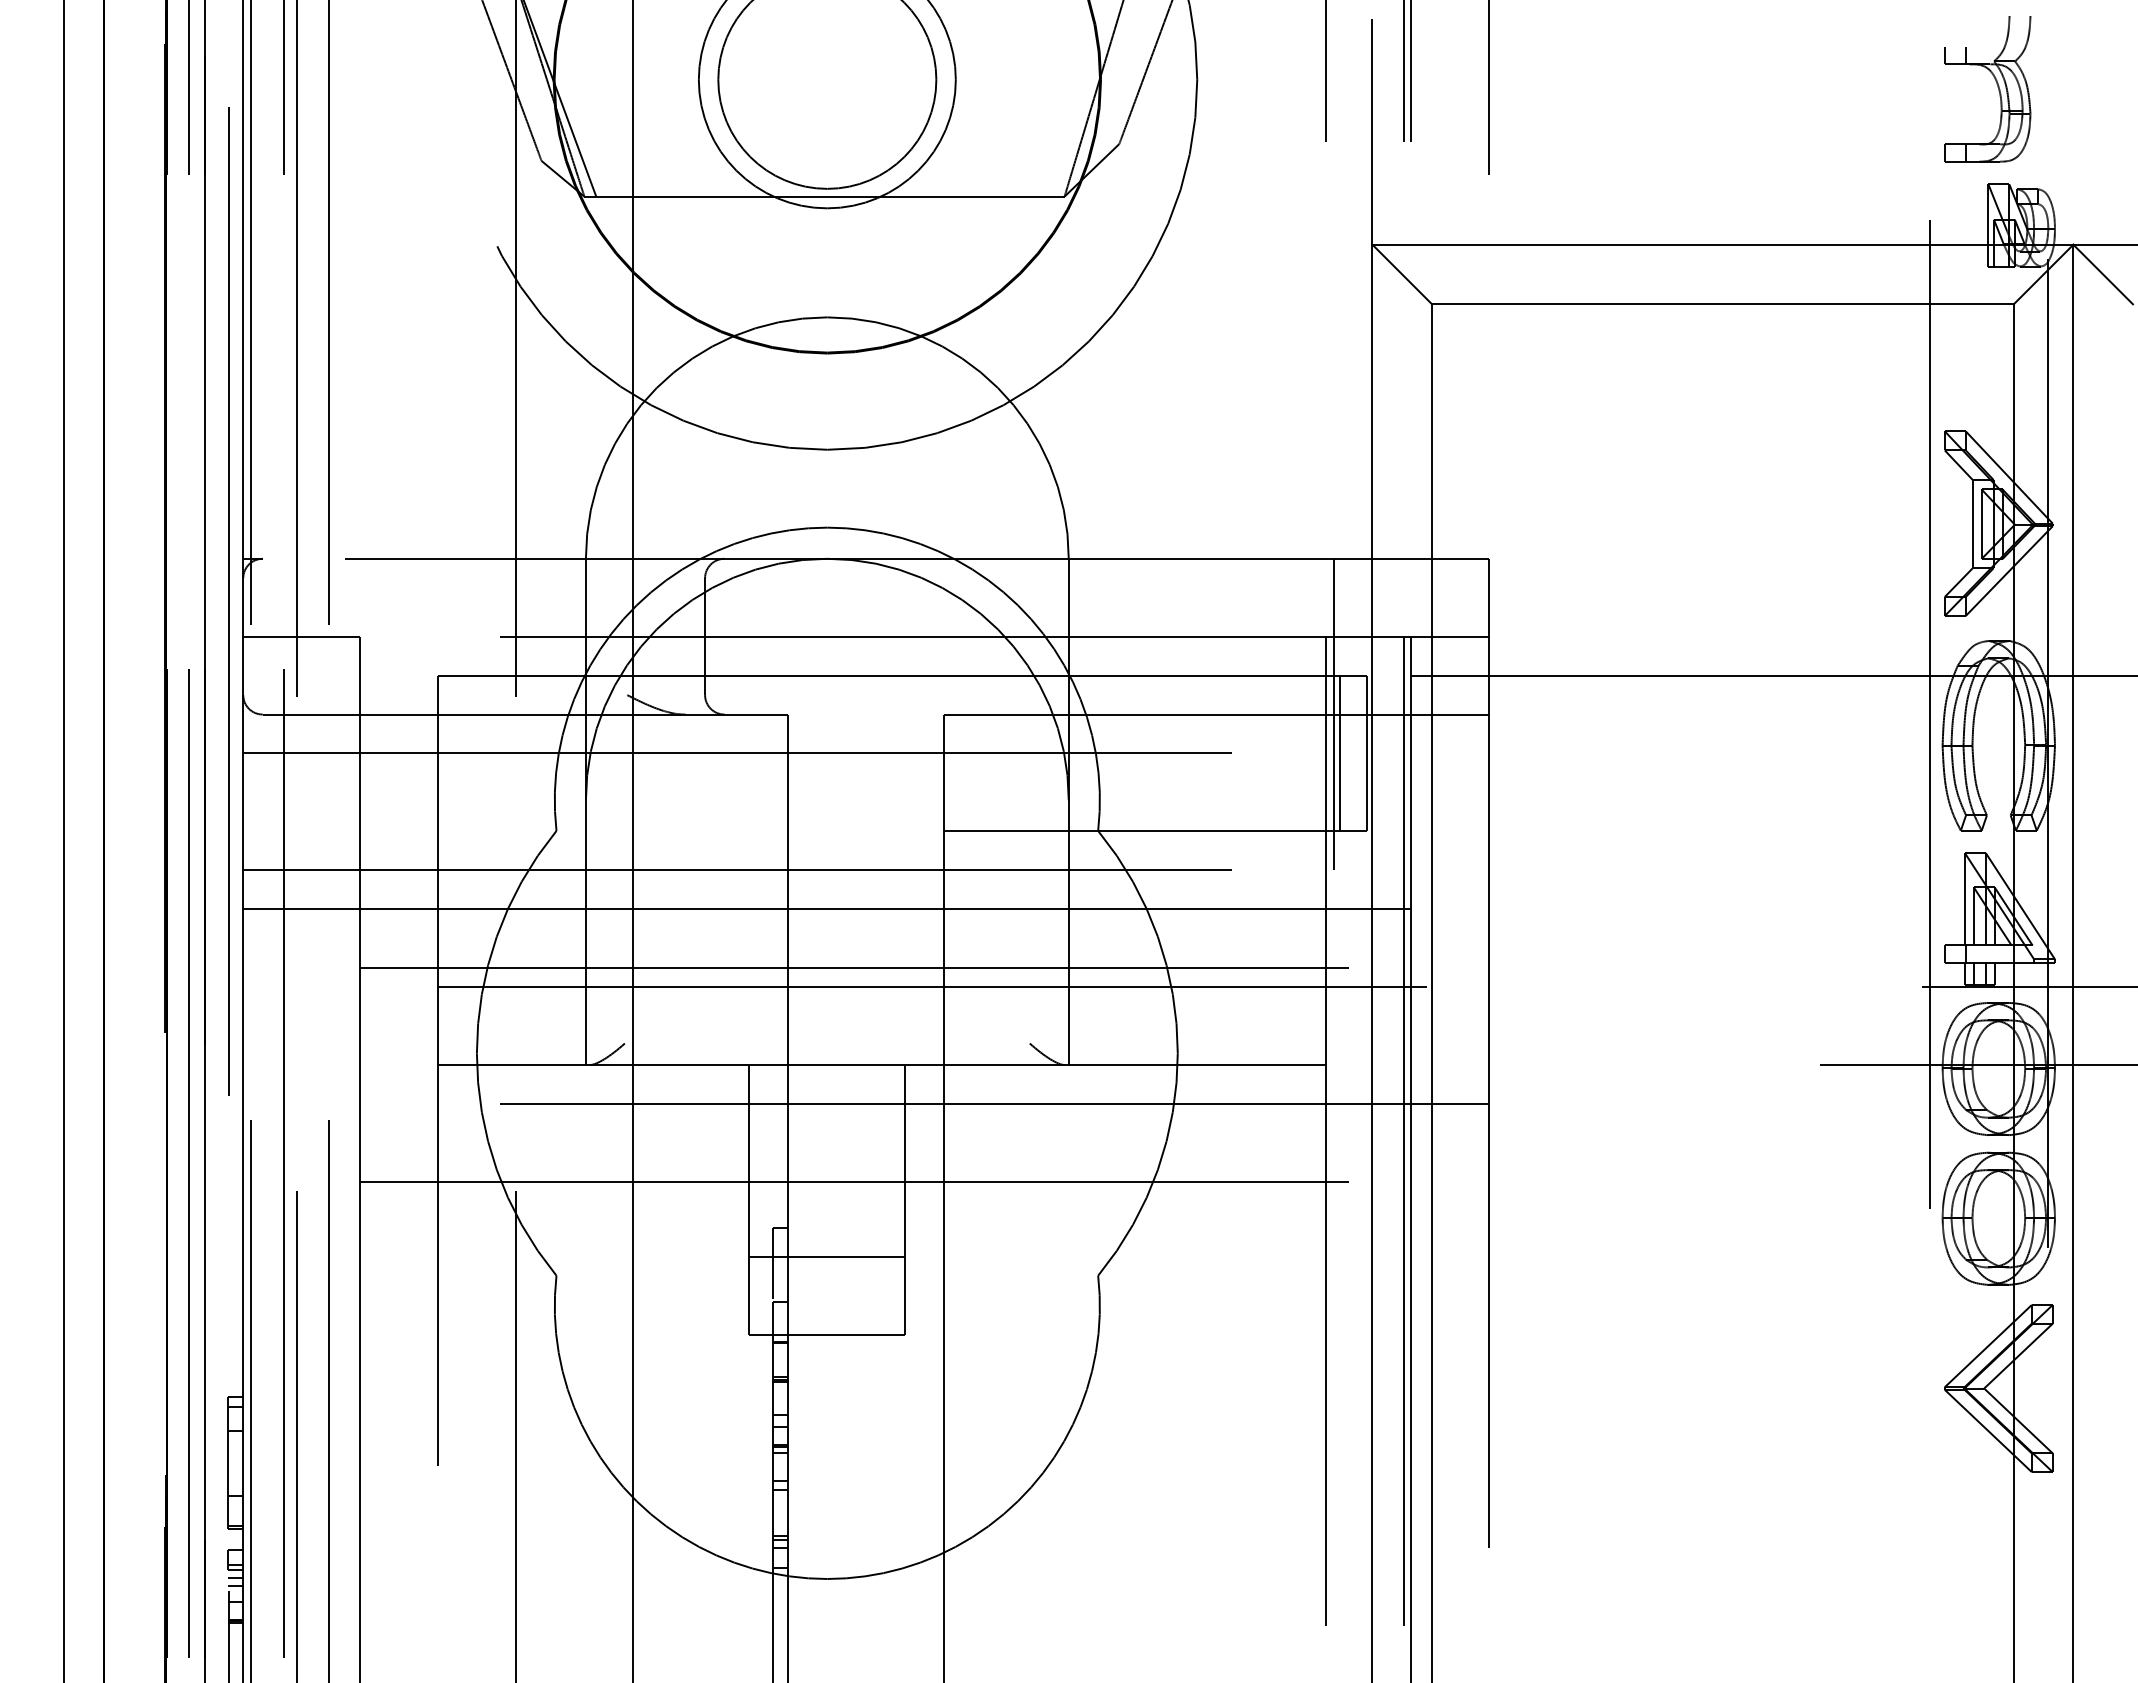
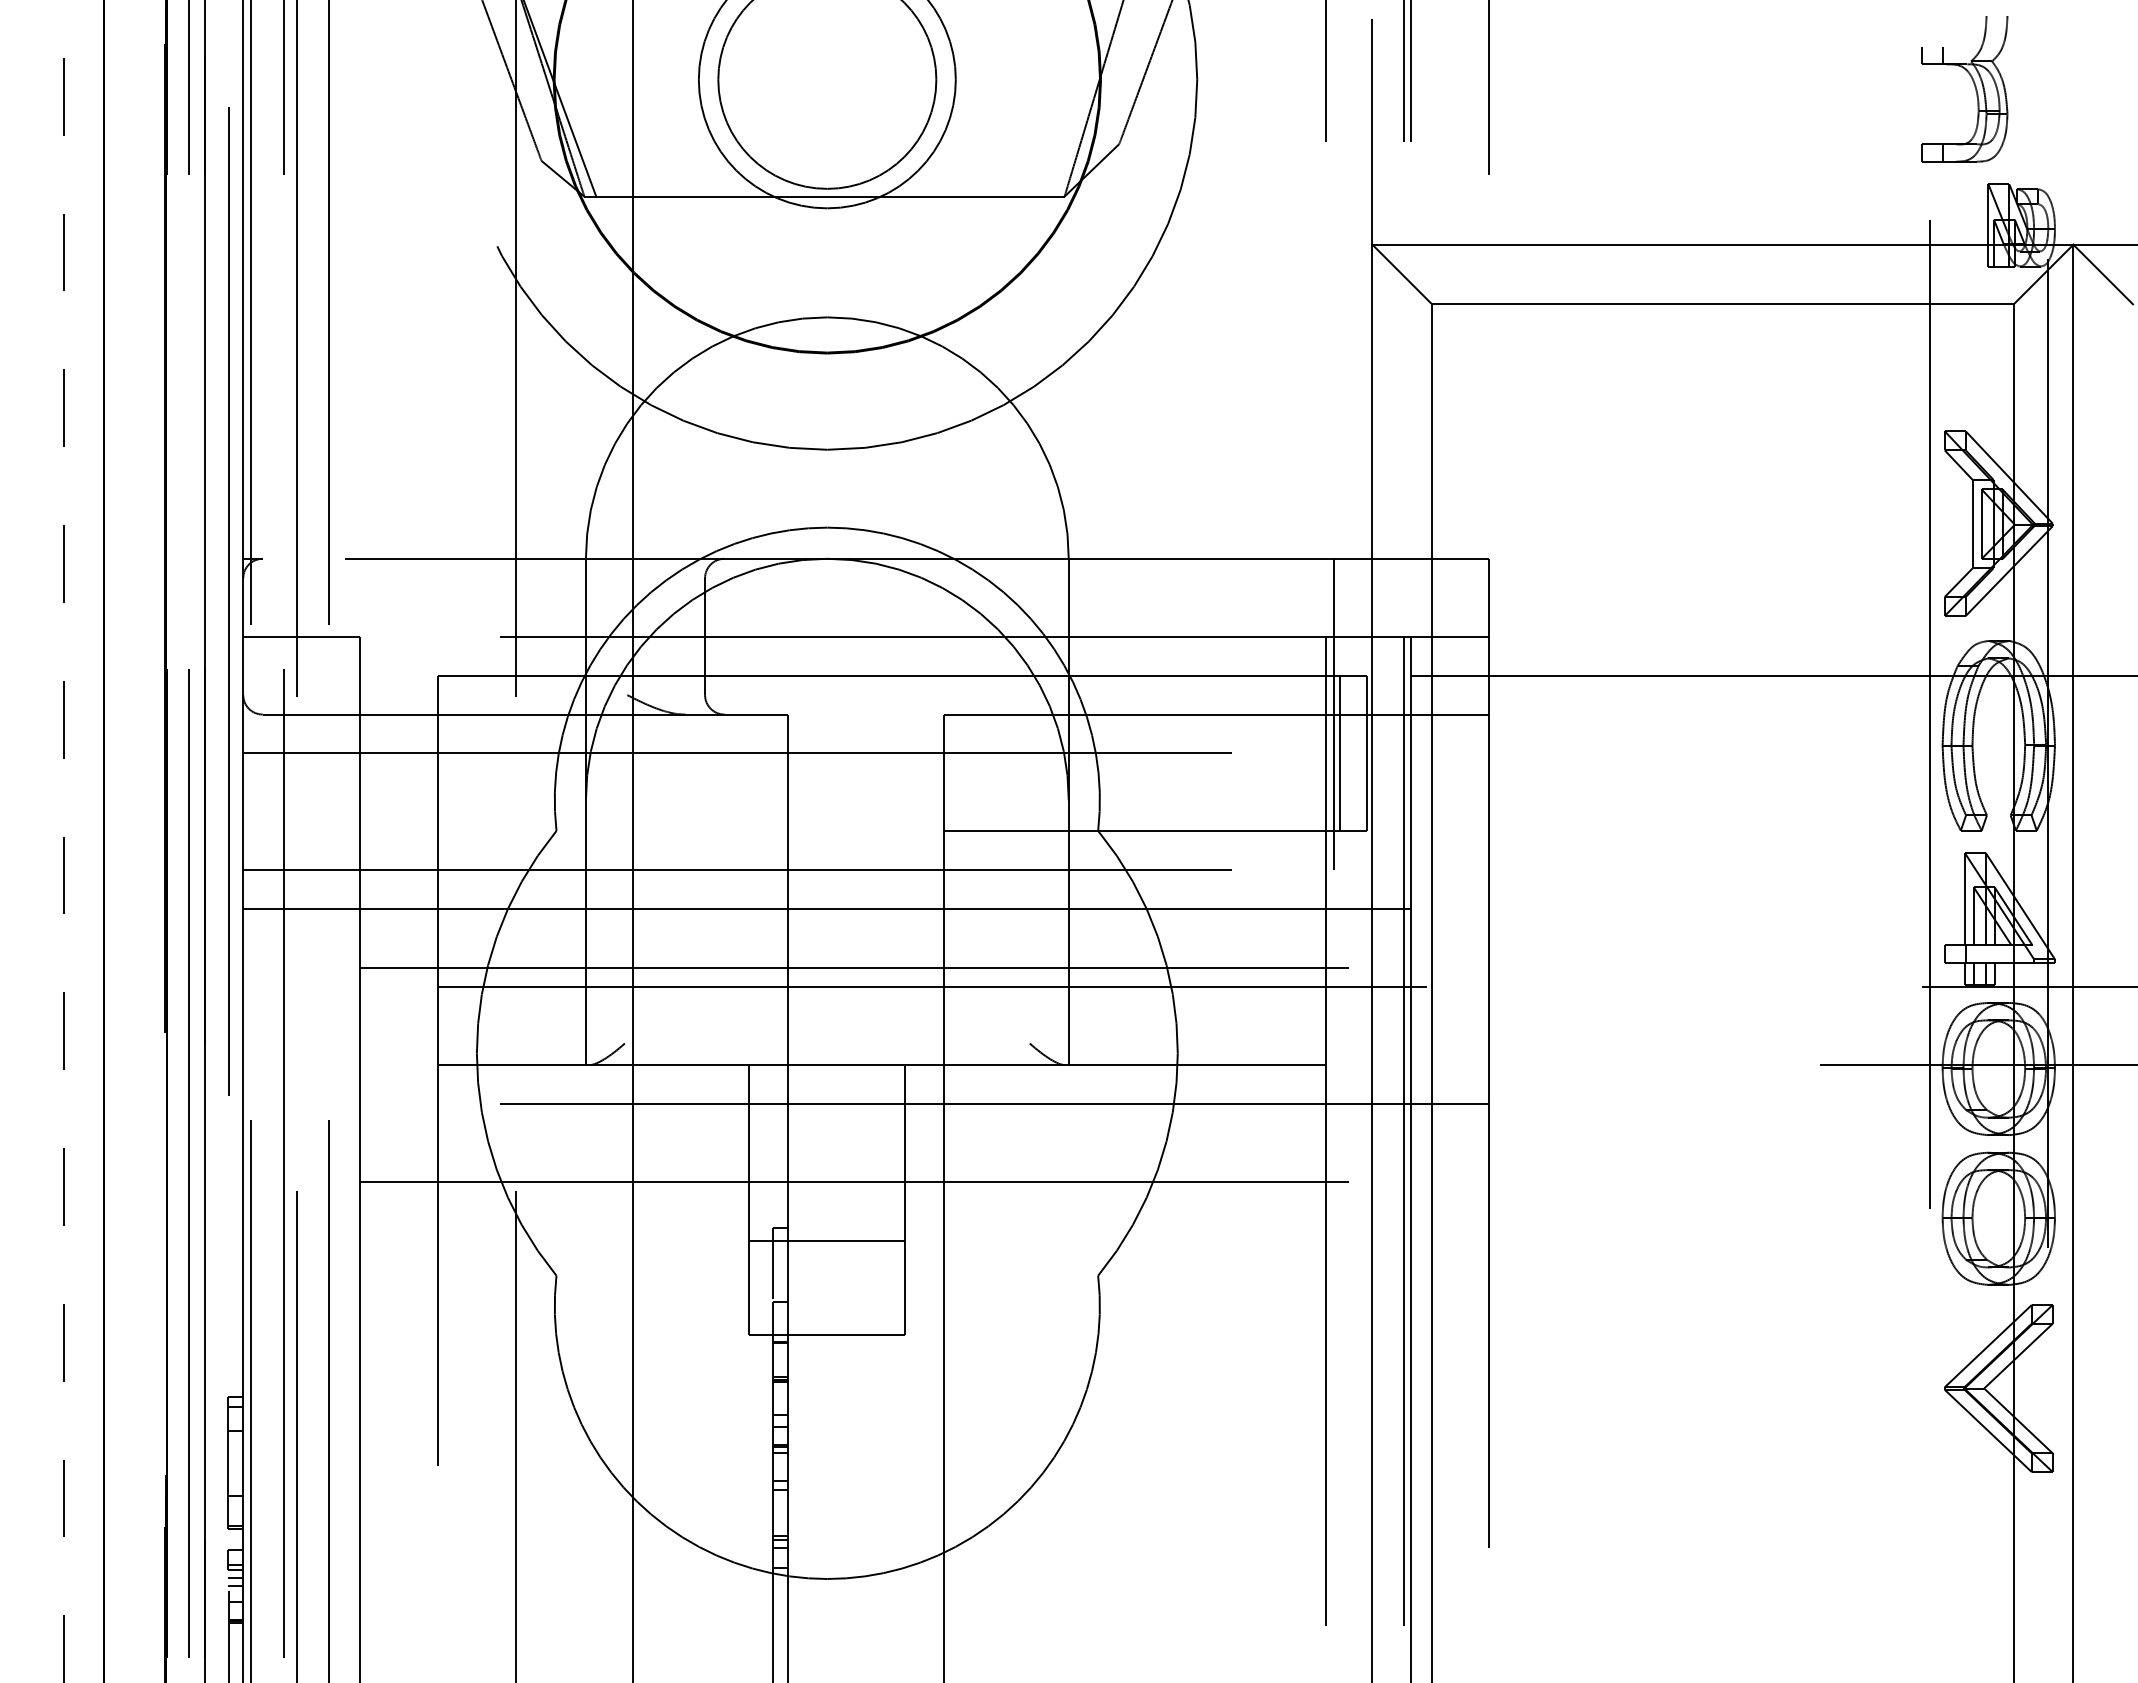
part at (1997, 87) position: (1997, 87) -> (1974, 87)
line at (64, 841): solid -> dashed
line at (827, 1256) position: (827, 1256) -> (827, 1240)
